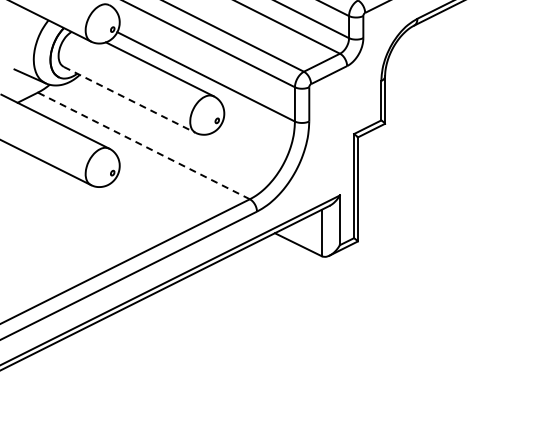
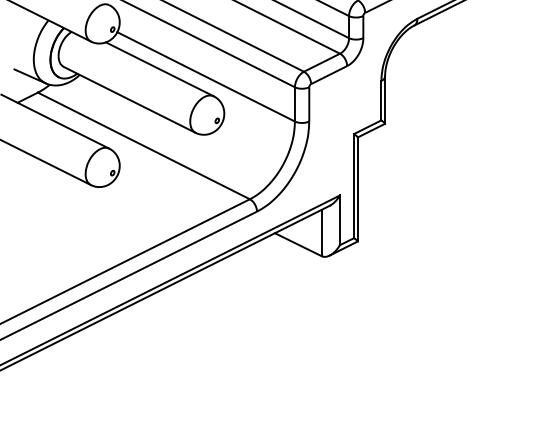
line at (129, 99): dashed -> solid
line at (143, 145): dashed -> solid
